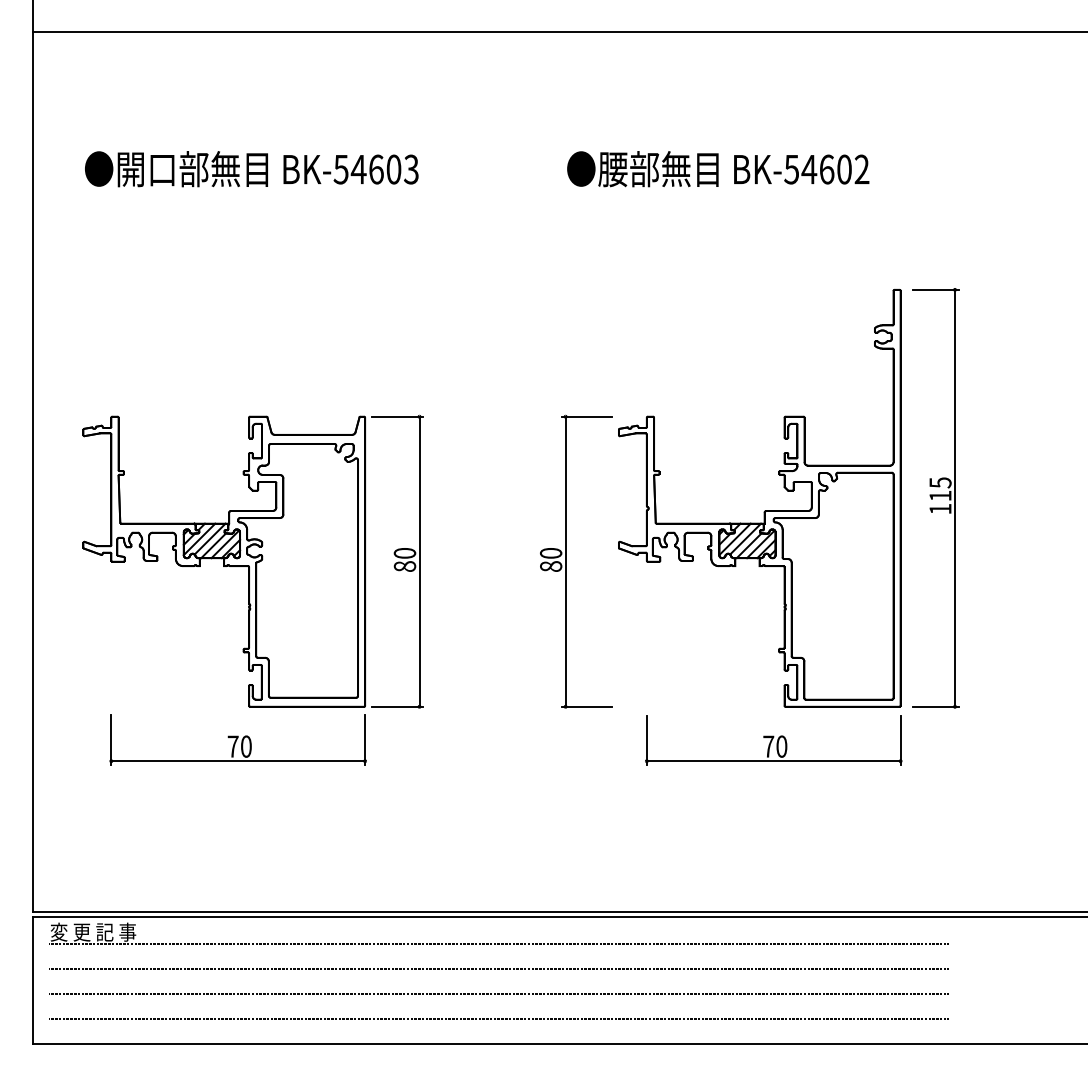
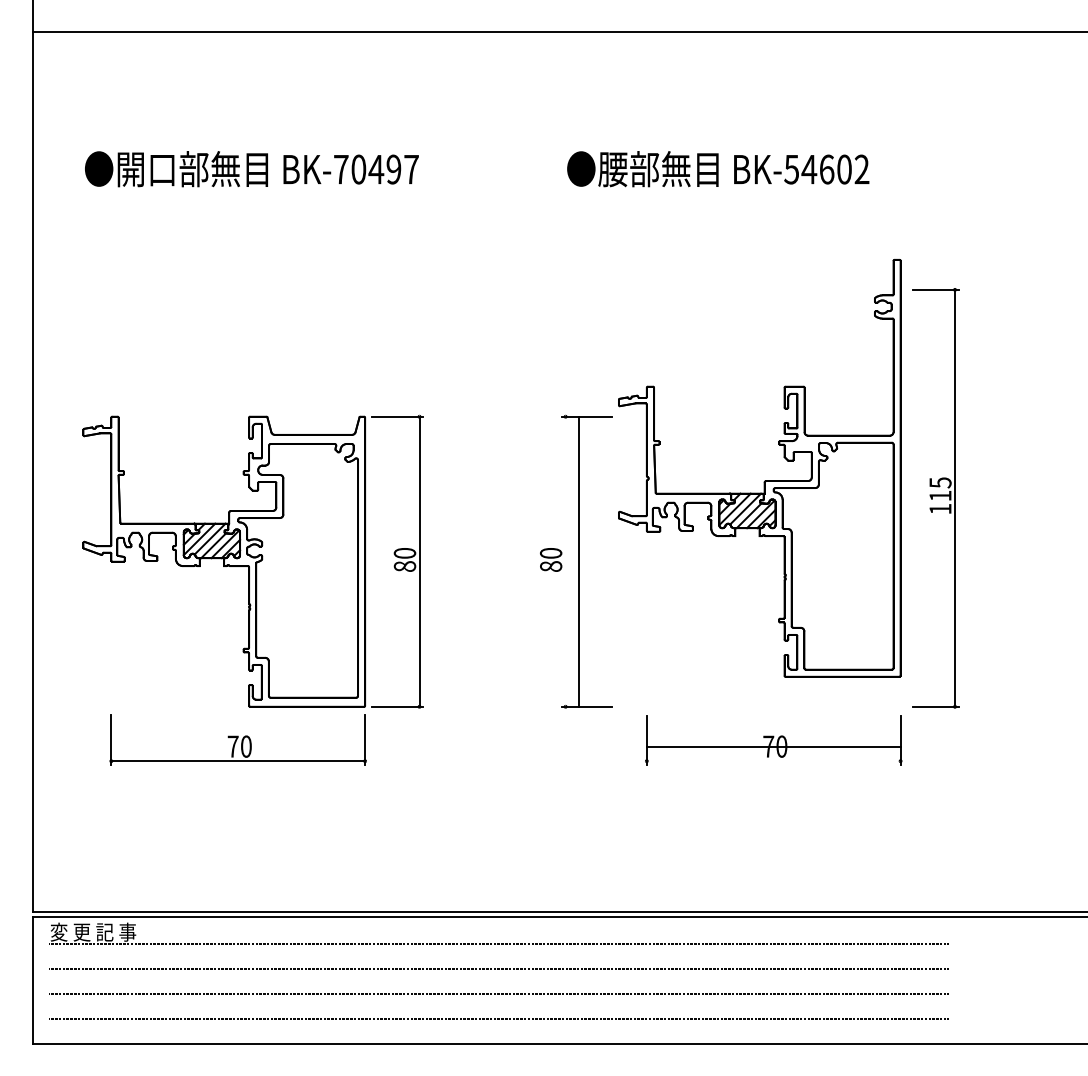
text at (375, 169): BK-54603 -> BK-70497
part at (764, 510) position: (764, 510) -> (764, 480)
line at (565, 561) position: (565, 561) -> (578, 561)
line at (773, 761) position: (773, 761) -> (773, 747)
